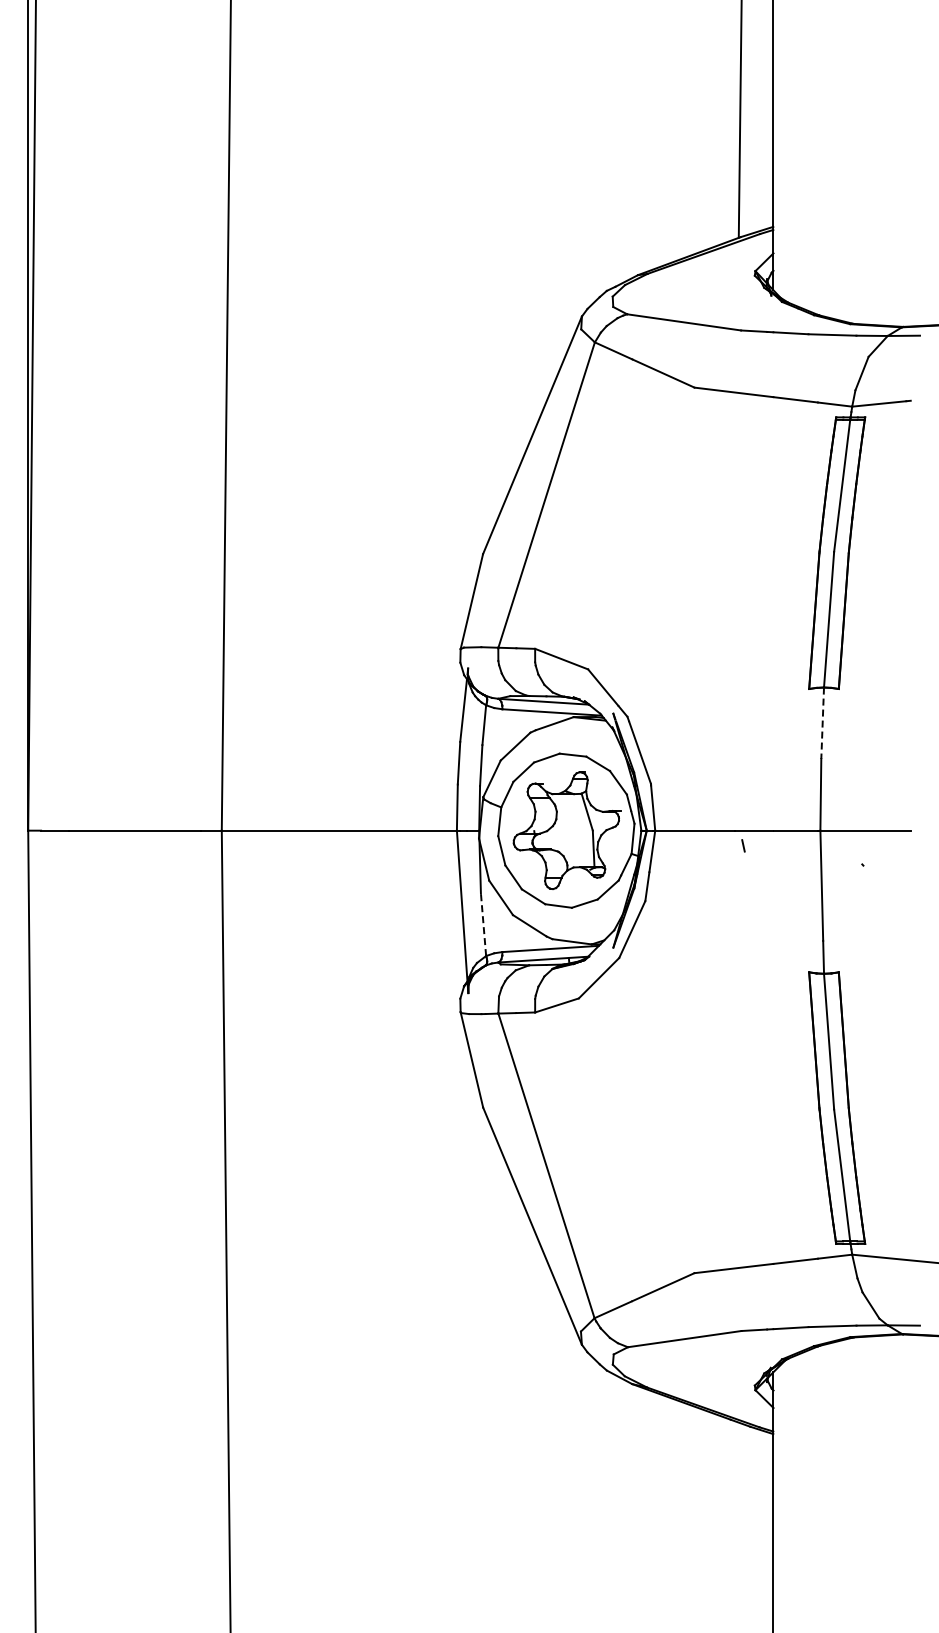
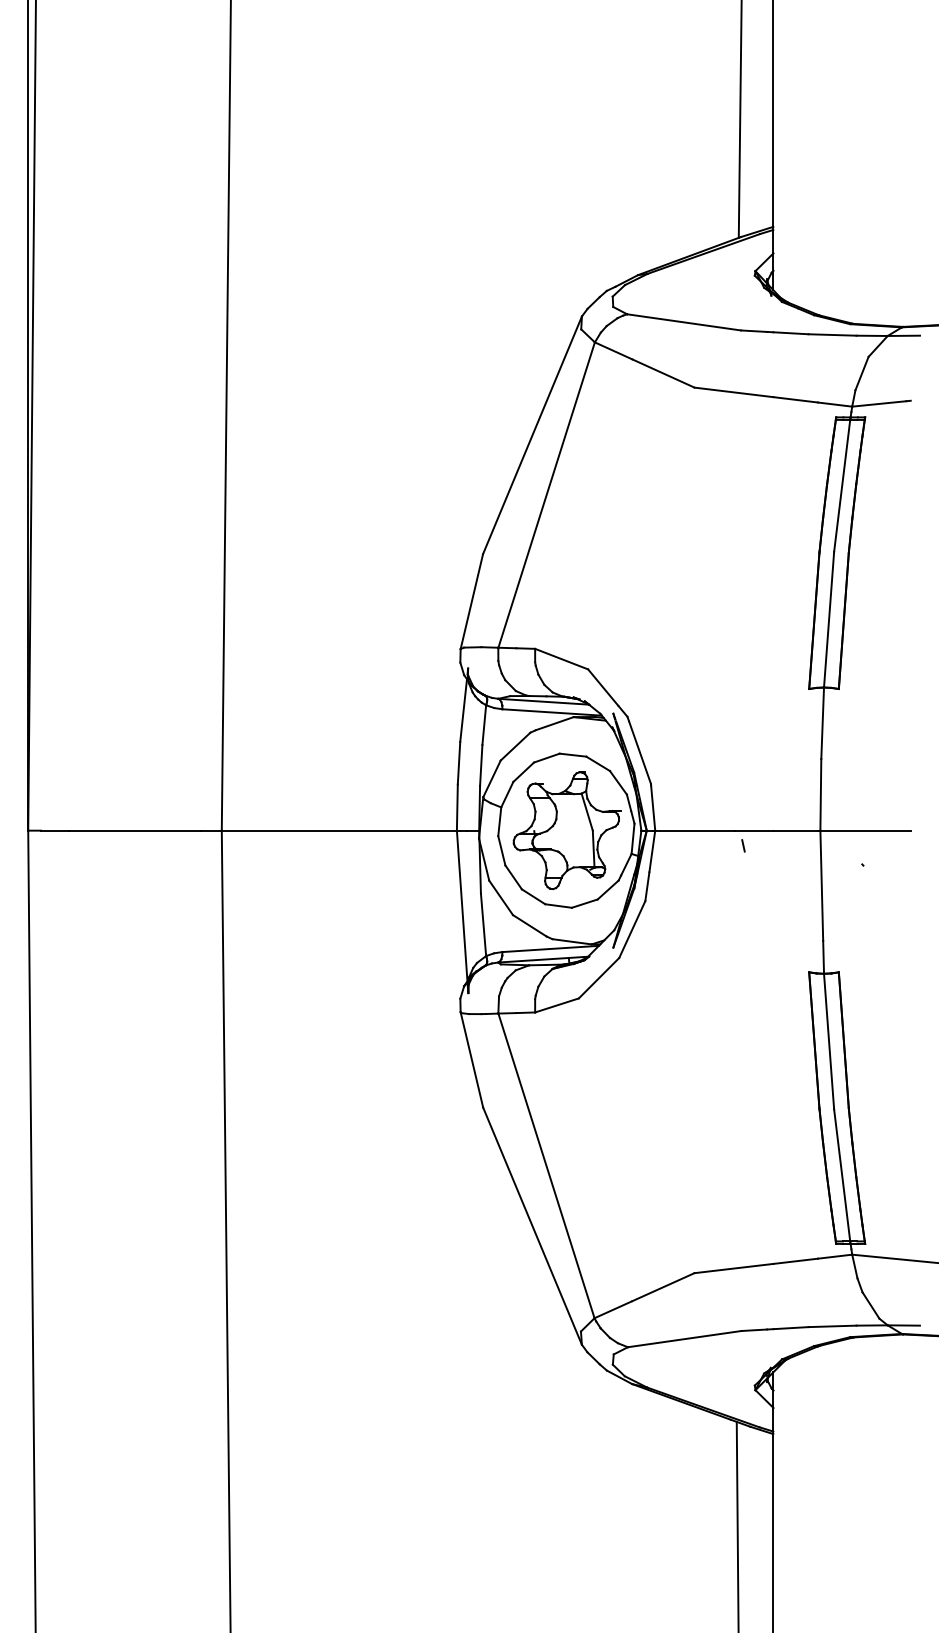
line at (822, 723): dashed -> solid
line at (483, 924): dashed -> solid
line at (737, 1525): none -> present
